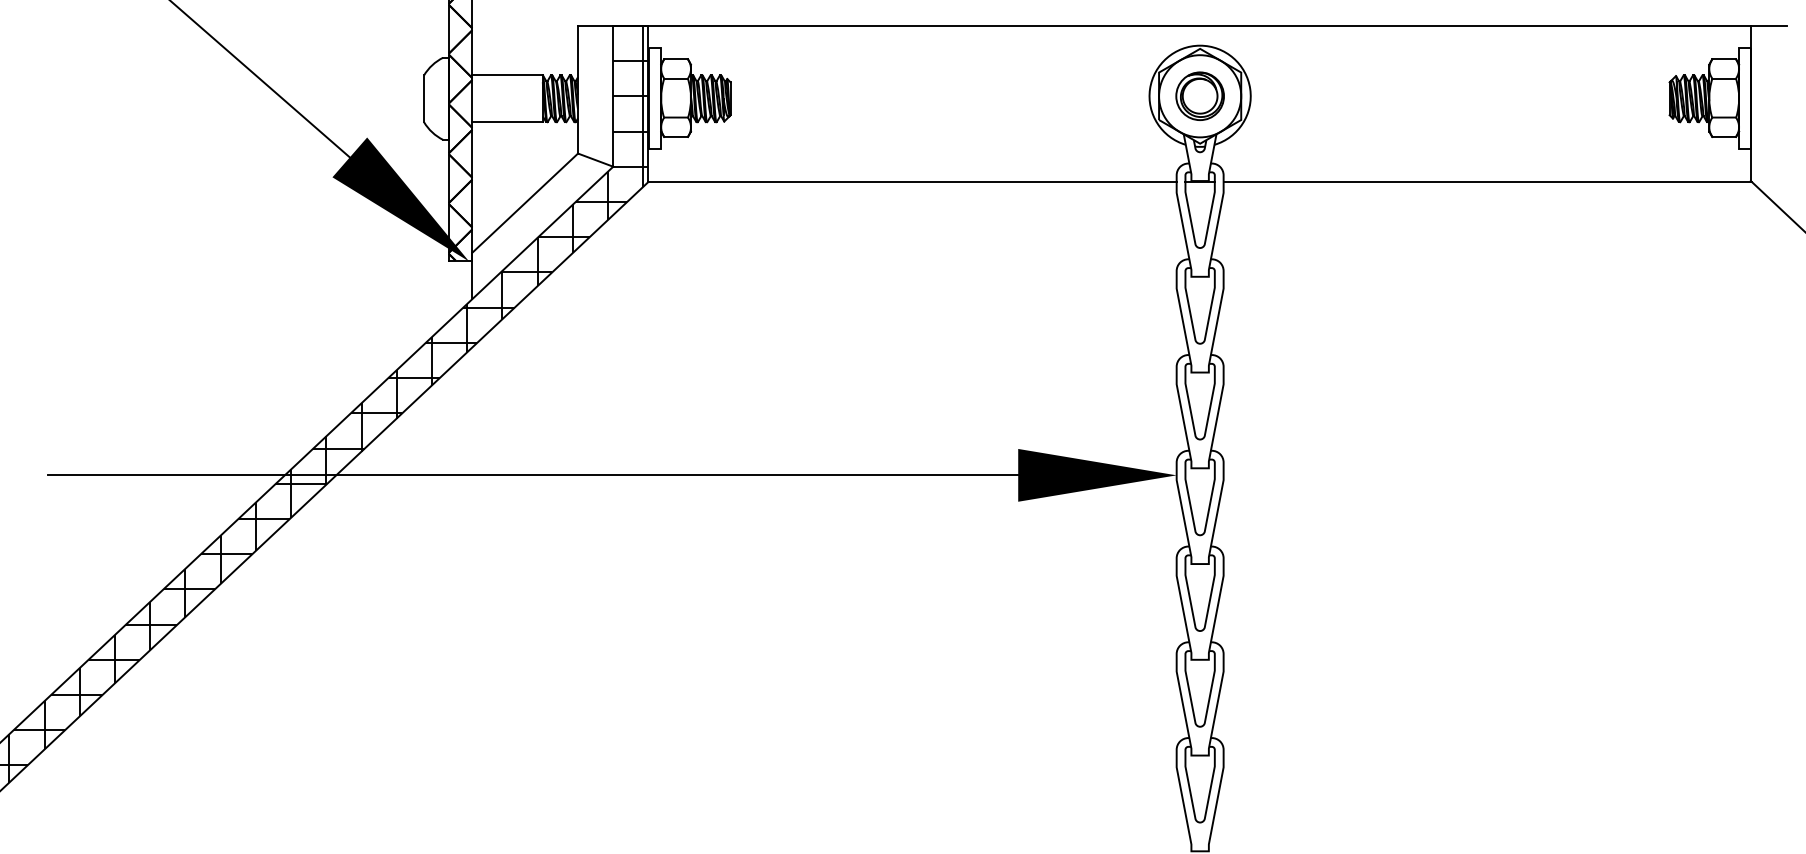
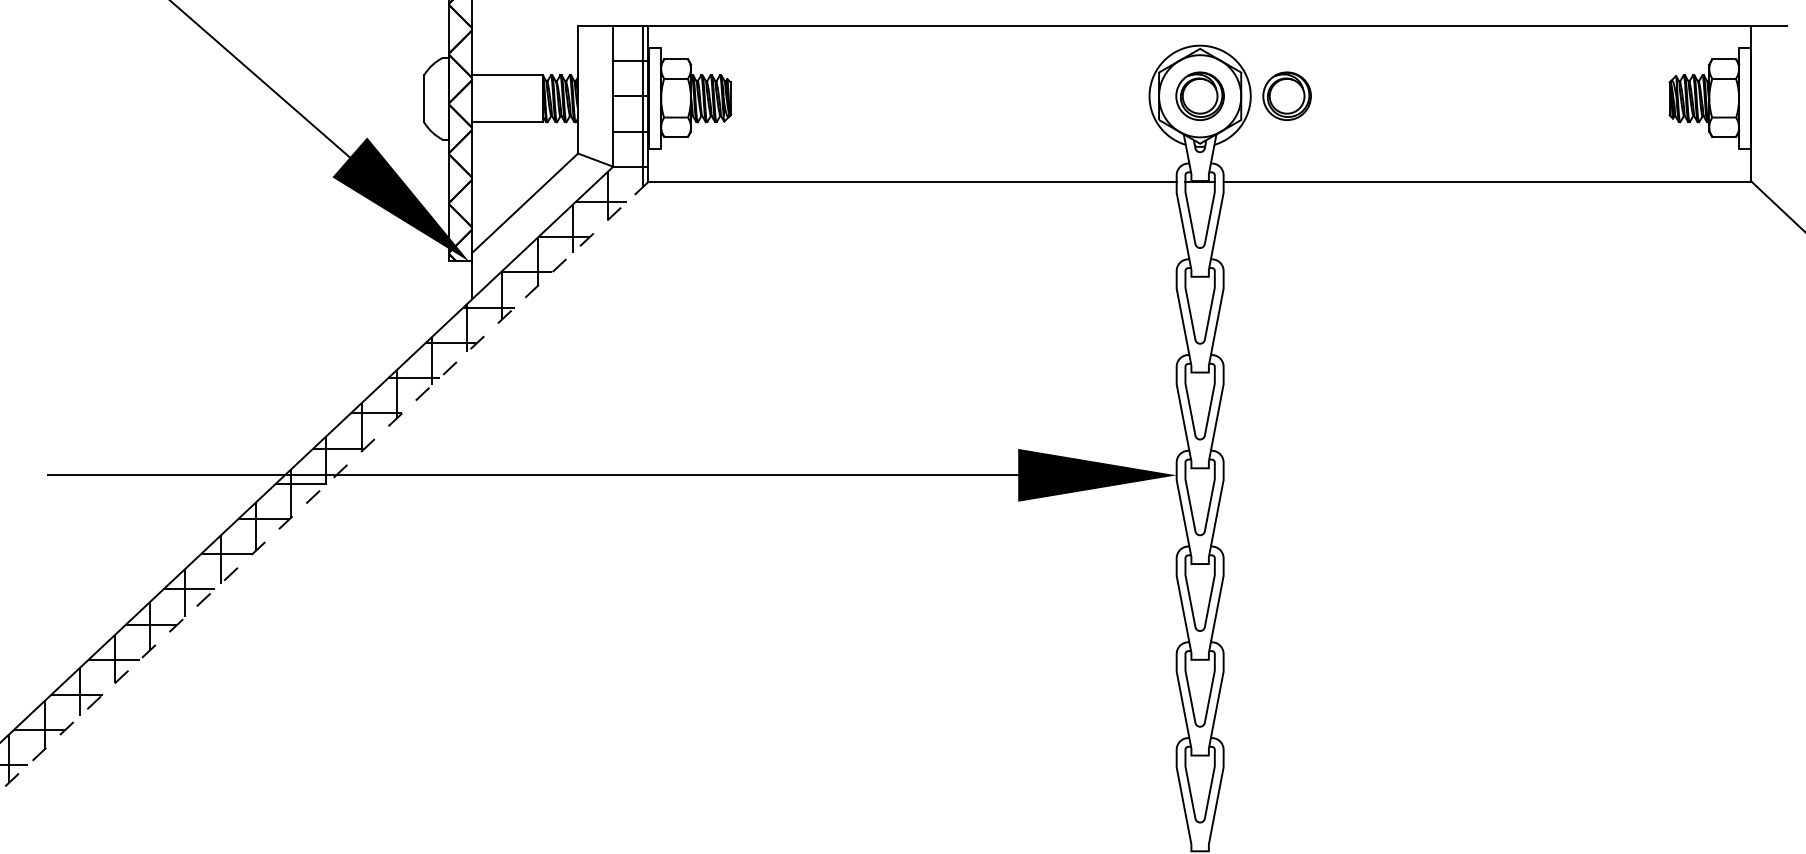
part at (1286, 95): none -> present
line at (324, 486): solid -> dashed
